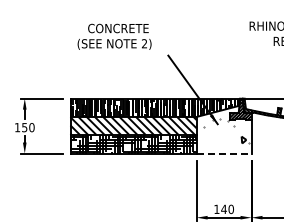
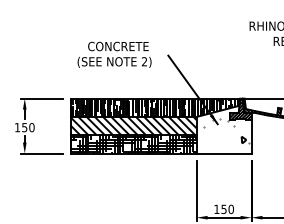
text at (114, 36) position: (114, 36) -> (114, 54)
line at (224, 153): dashed -> solid
text at (223, 209): 140 -> 150
